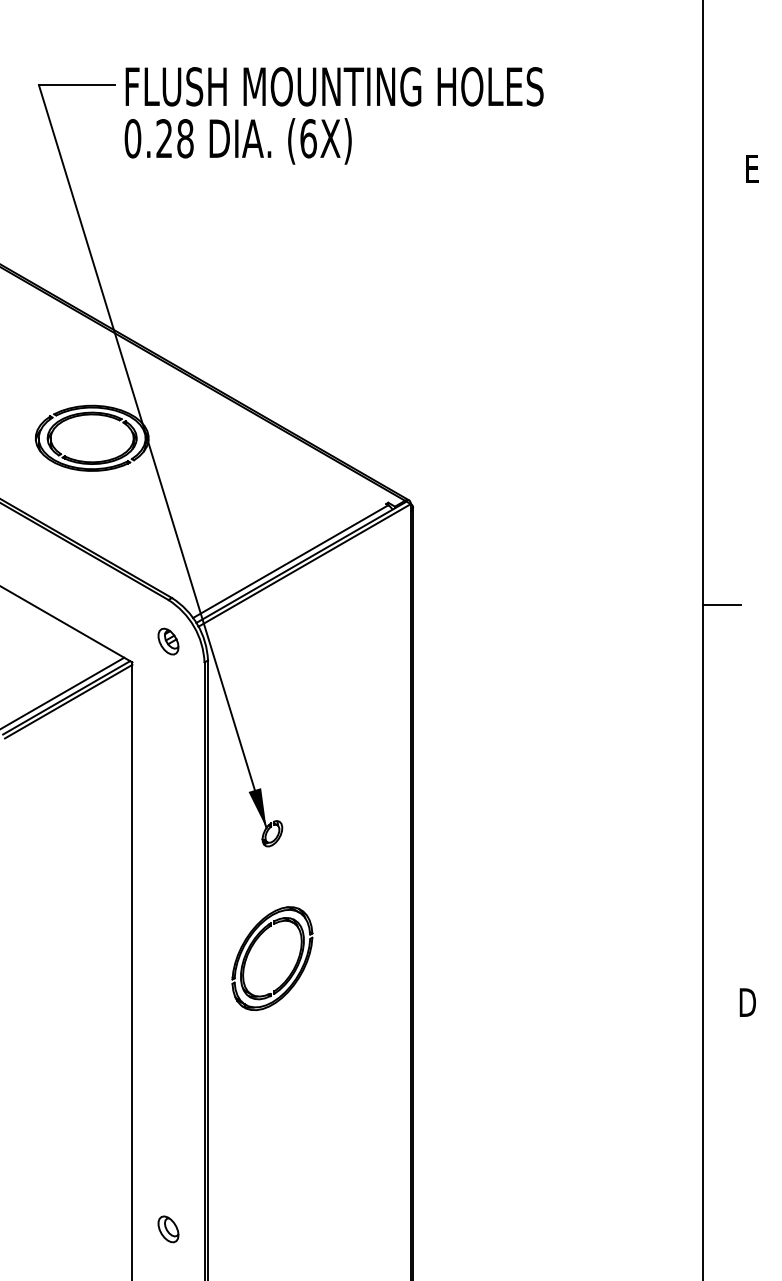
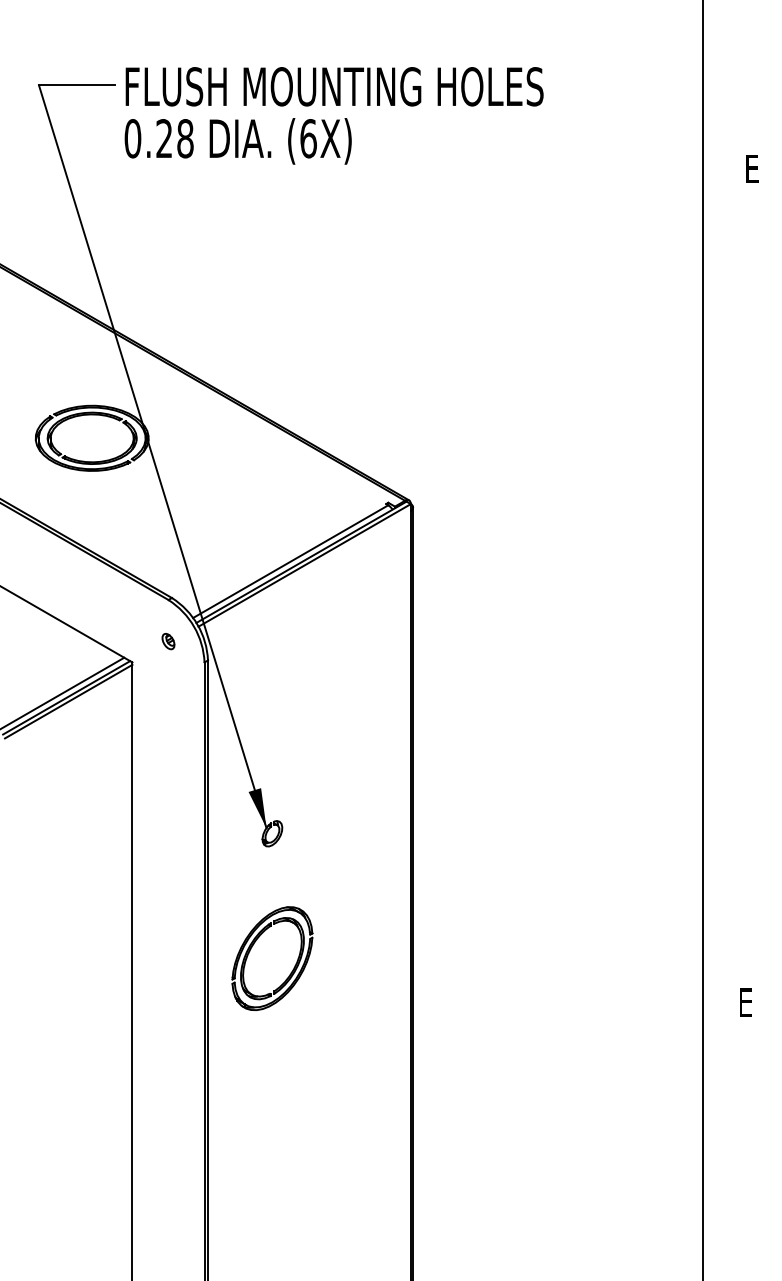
line at (721, 605): present -> none
part at (168, 641) size: 23x29 px -> 15x18 px
text at (747, 1002): D -> E
part at (168, 1229): present -> none
